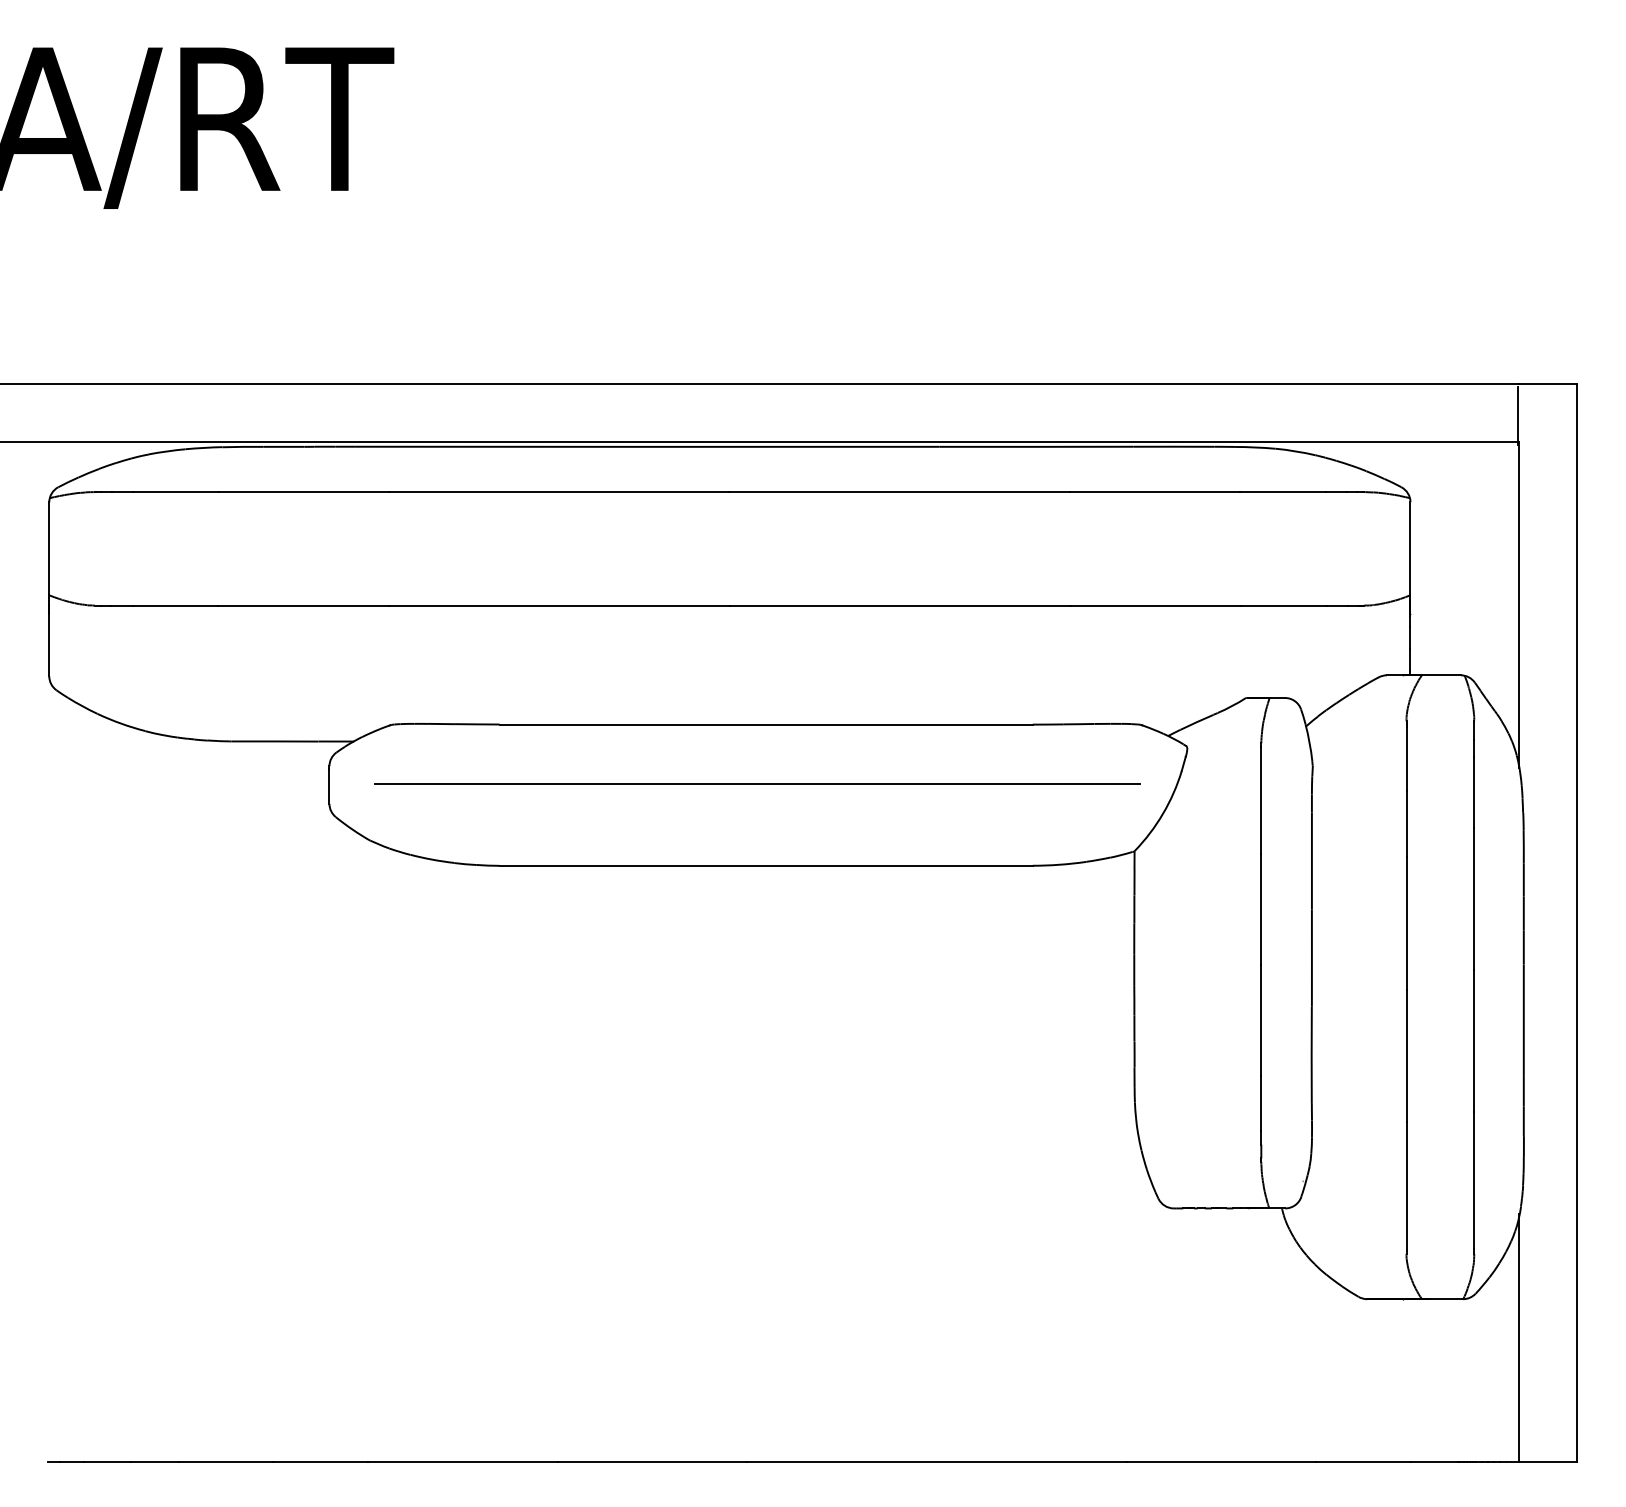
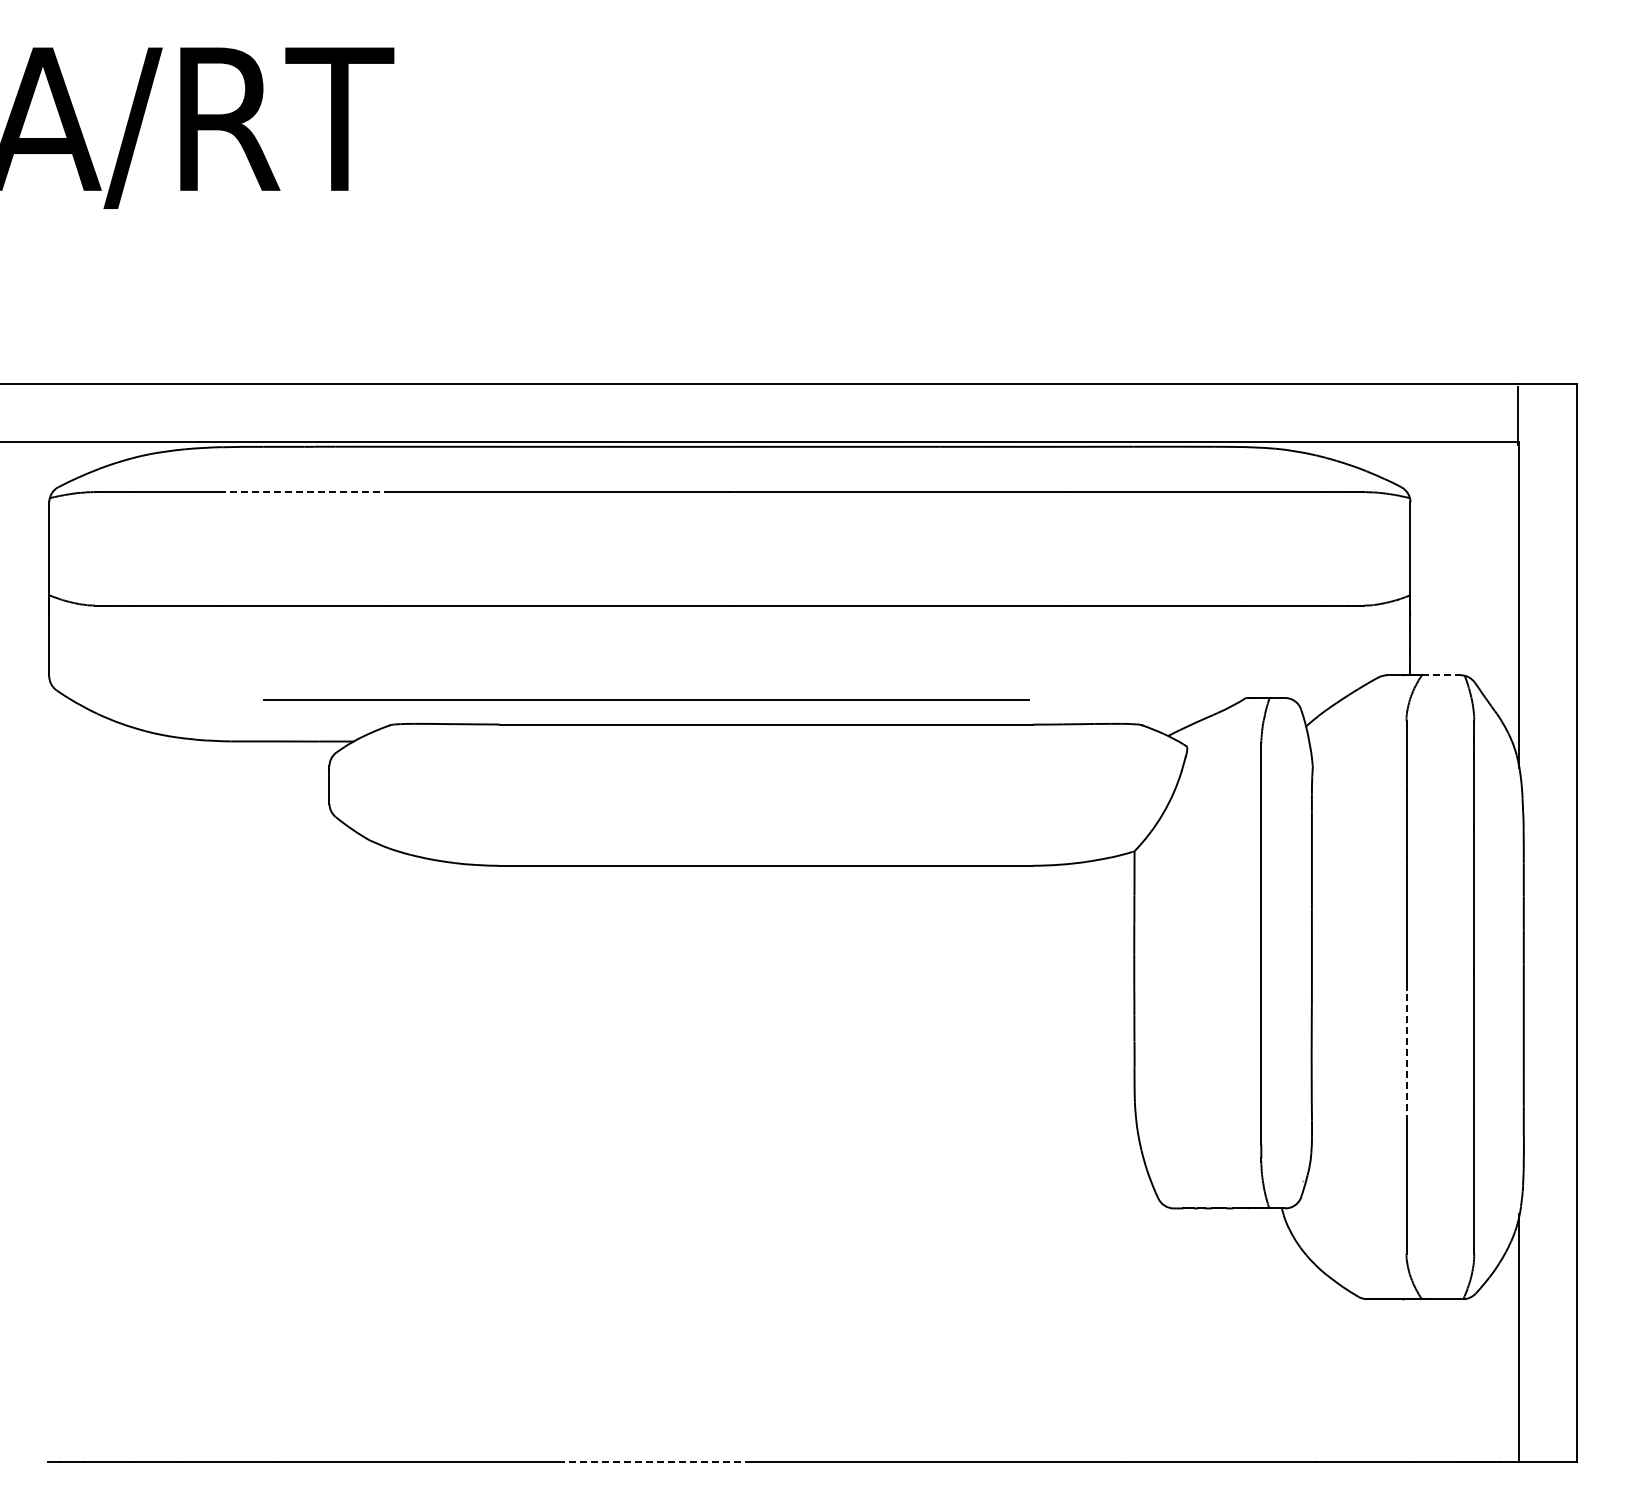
line at (304, 492): solid -> dashed
line at (1441, 675): solid -> dashed
line at (757, 783) position: (757, 783) -> (646, 699)
line at (1406, 1055): solid -> dashed
line at (652, 1461): solid -> dashed
